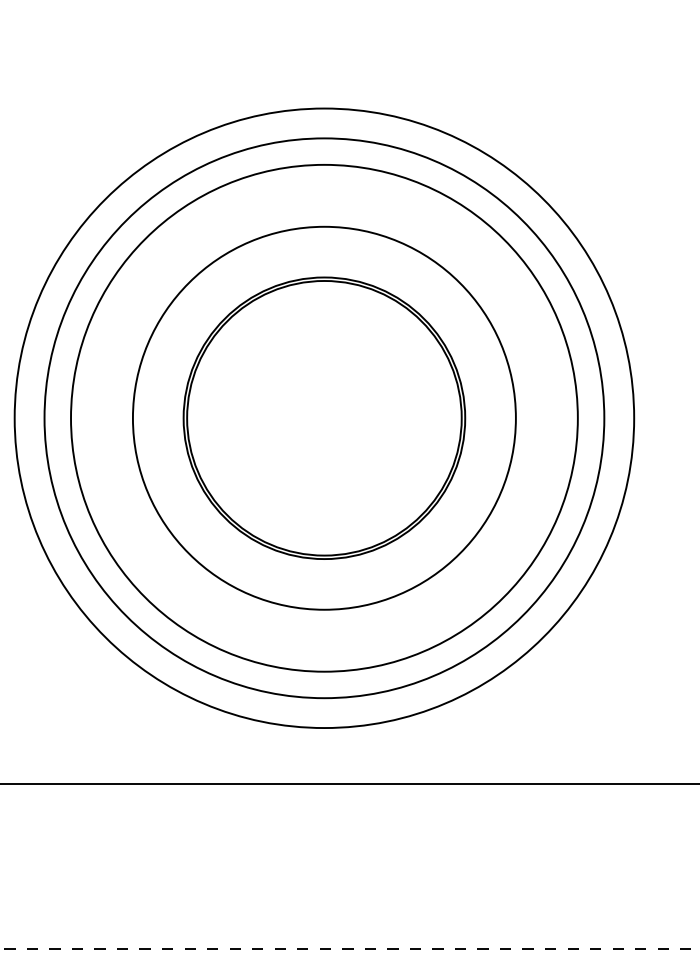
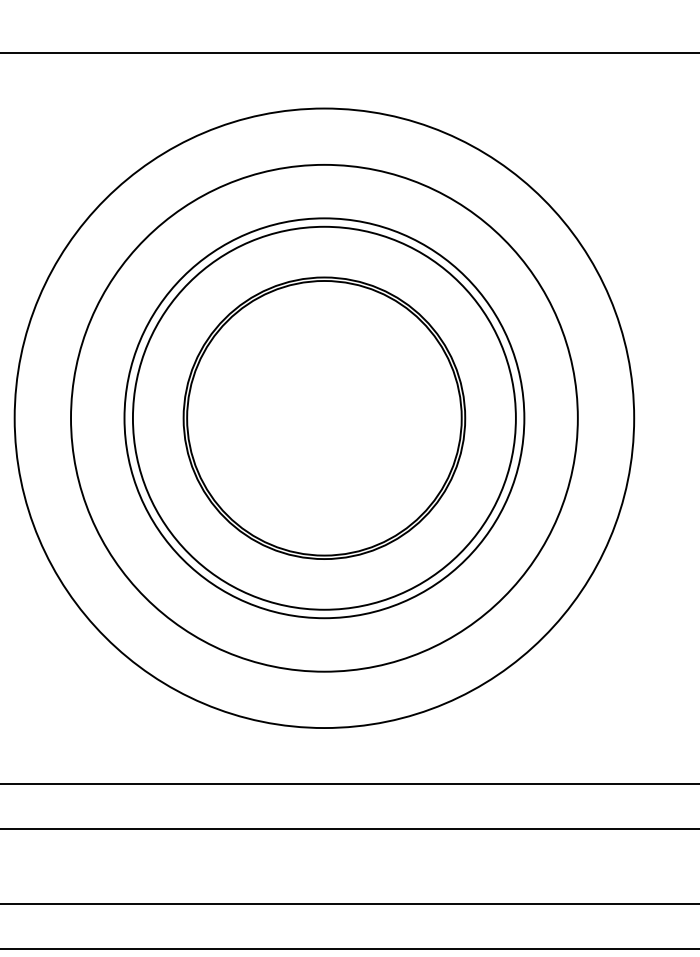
line at (349, 52): none -> present
circle at (324, 418) diameter: 560 px -> 400 px
line at (349, 829): none -> present
line at (349, 904): none -> present
line at (349, 949): dashed -> solid
